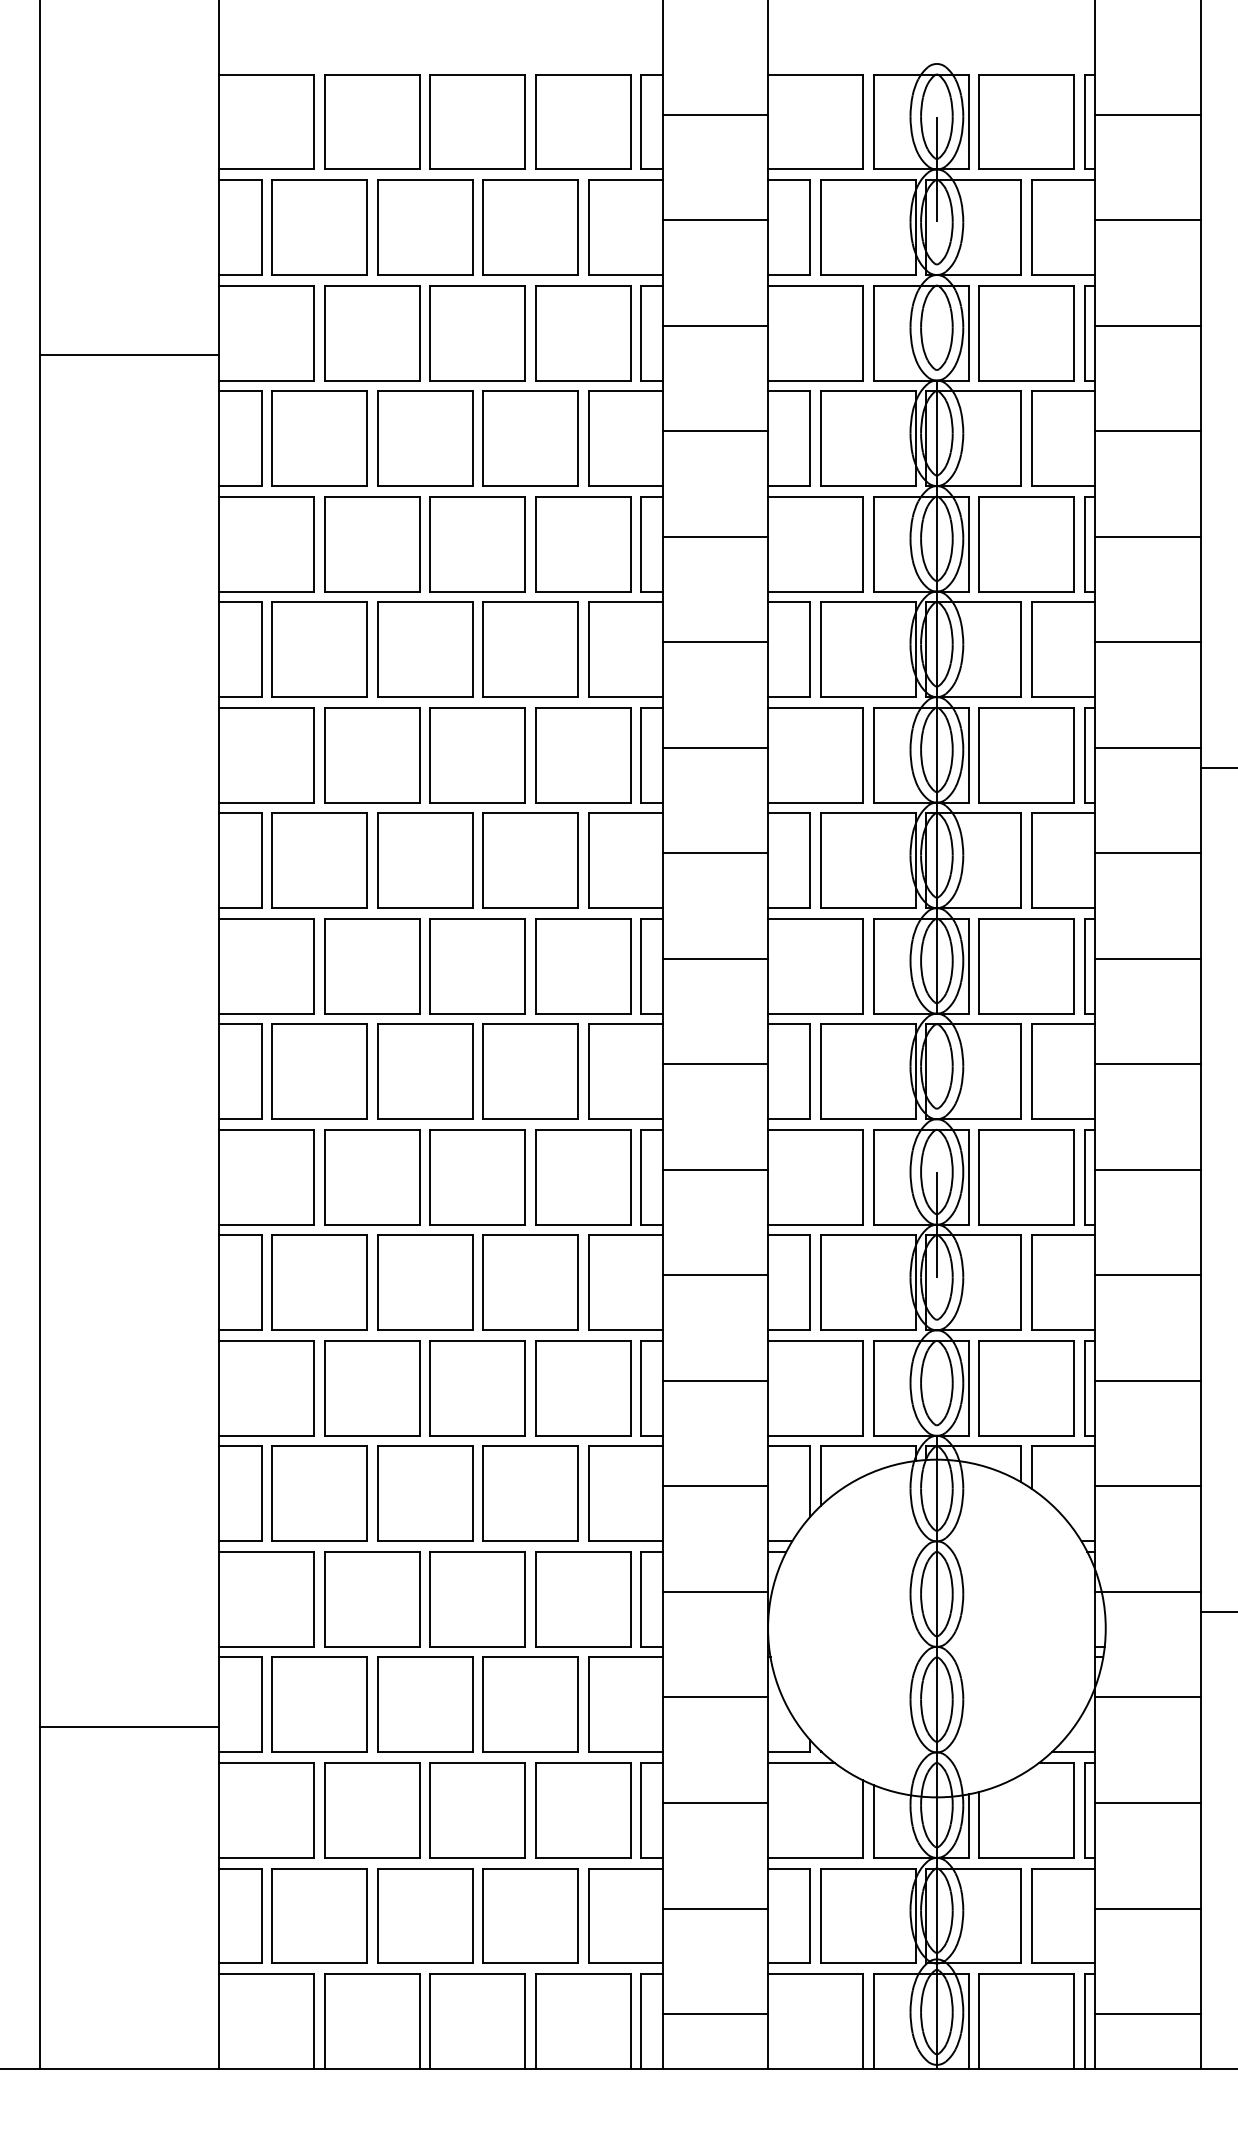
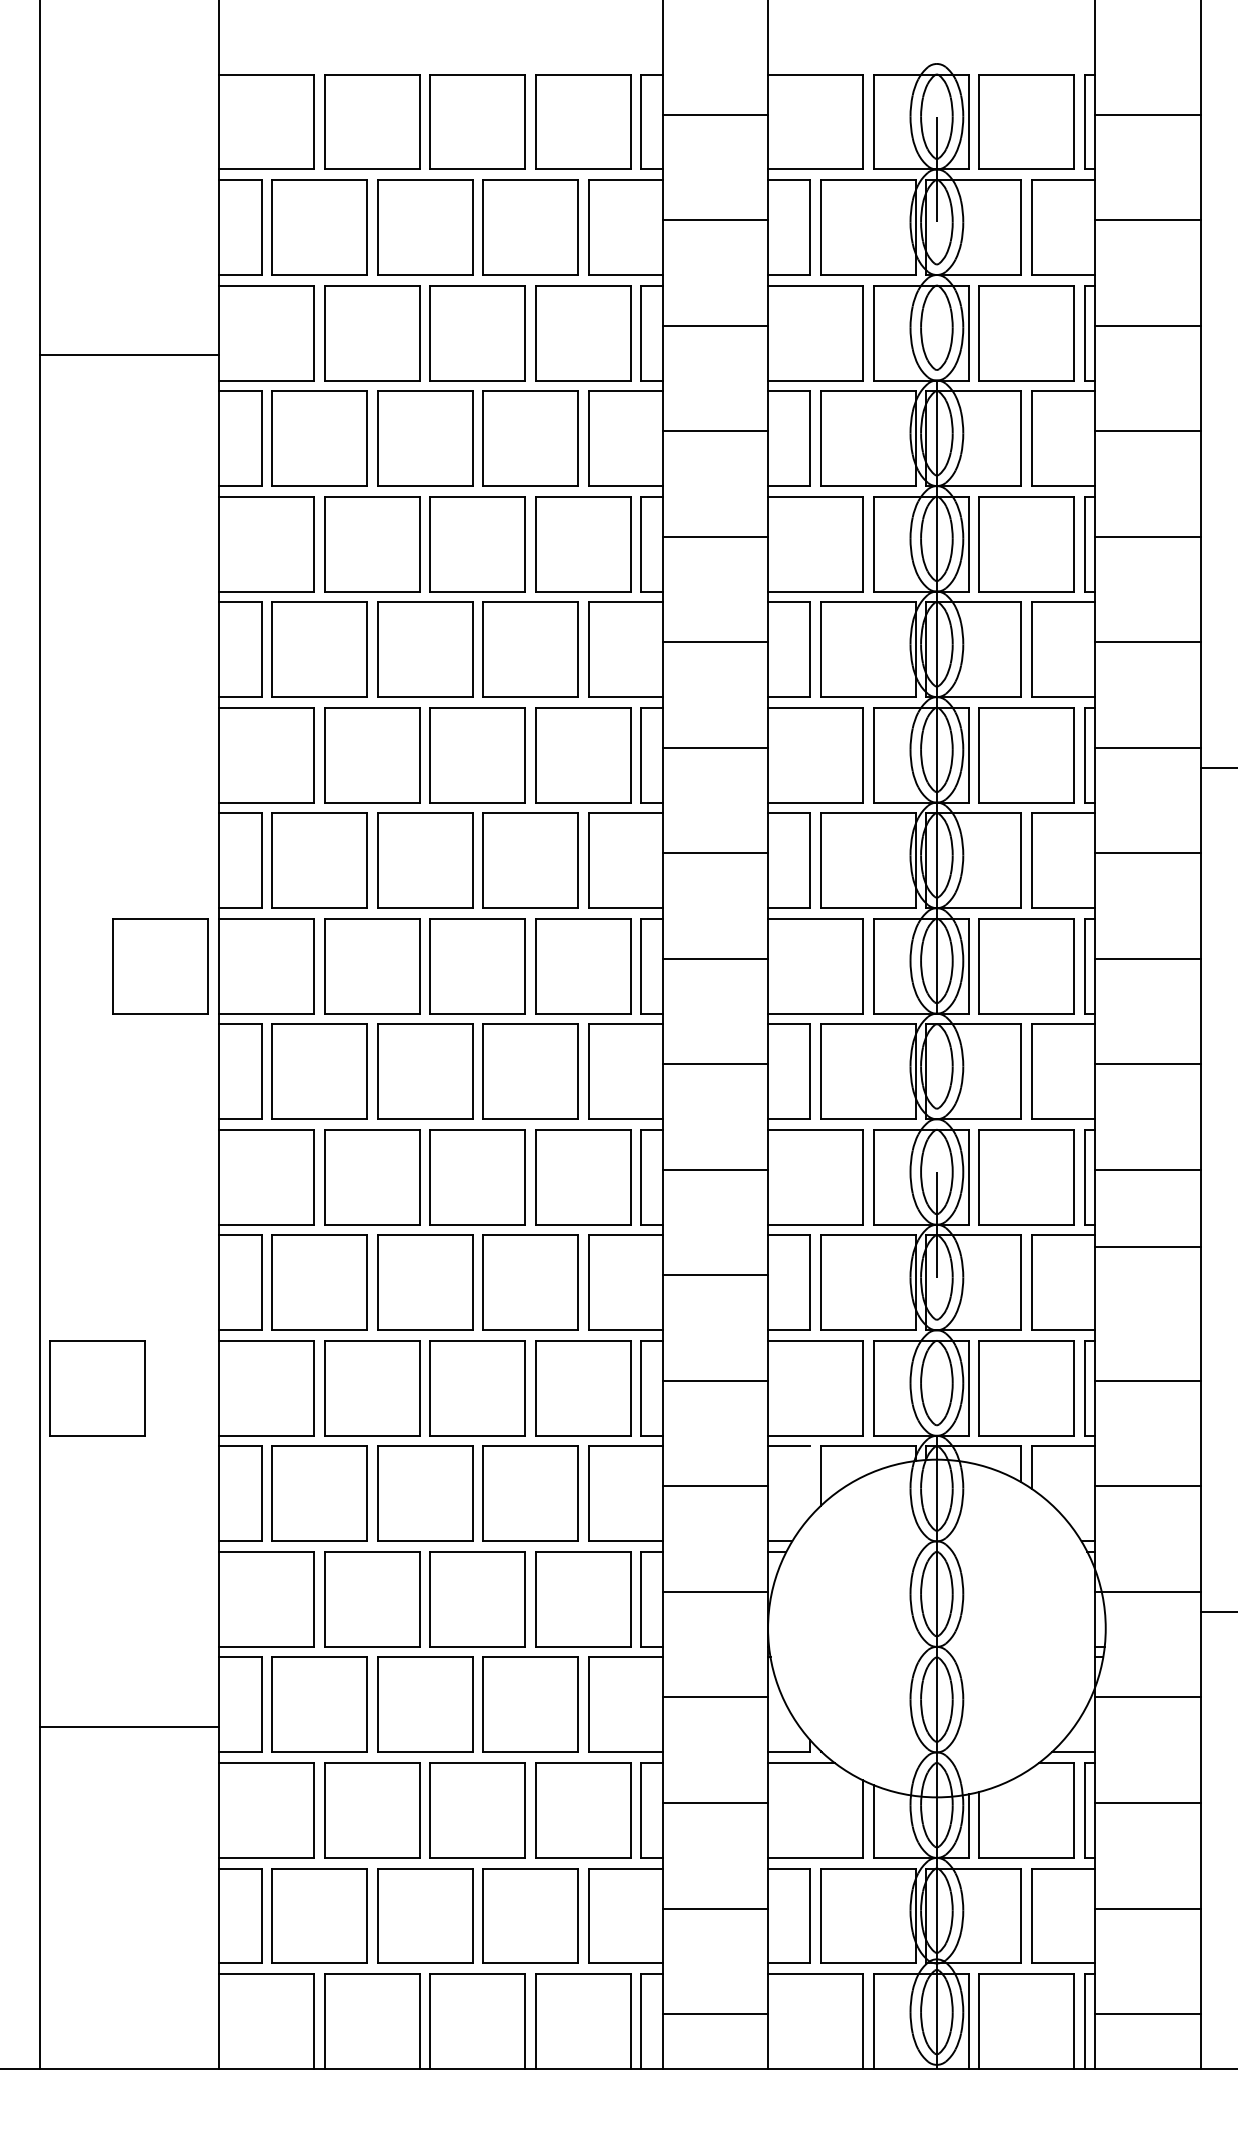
part at (160, 966): none -> present
line at (1147, 1275) position: (1147, 1275) -> (1147, 1247)
part at (97, 1388): none -> present
line at (810, 1481): present -> none
